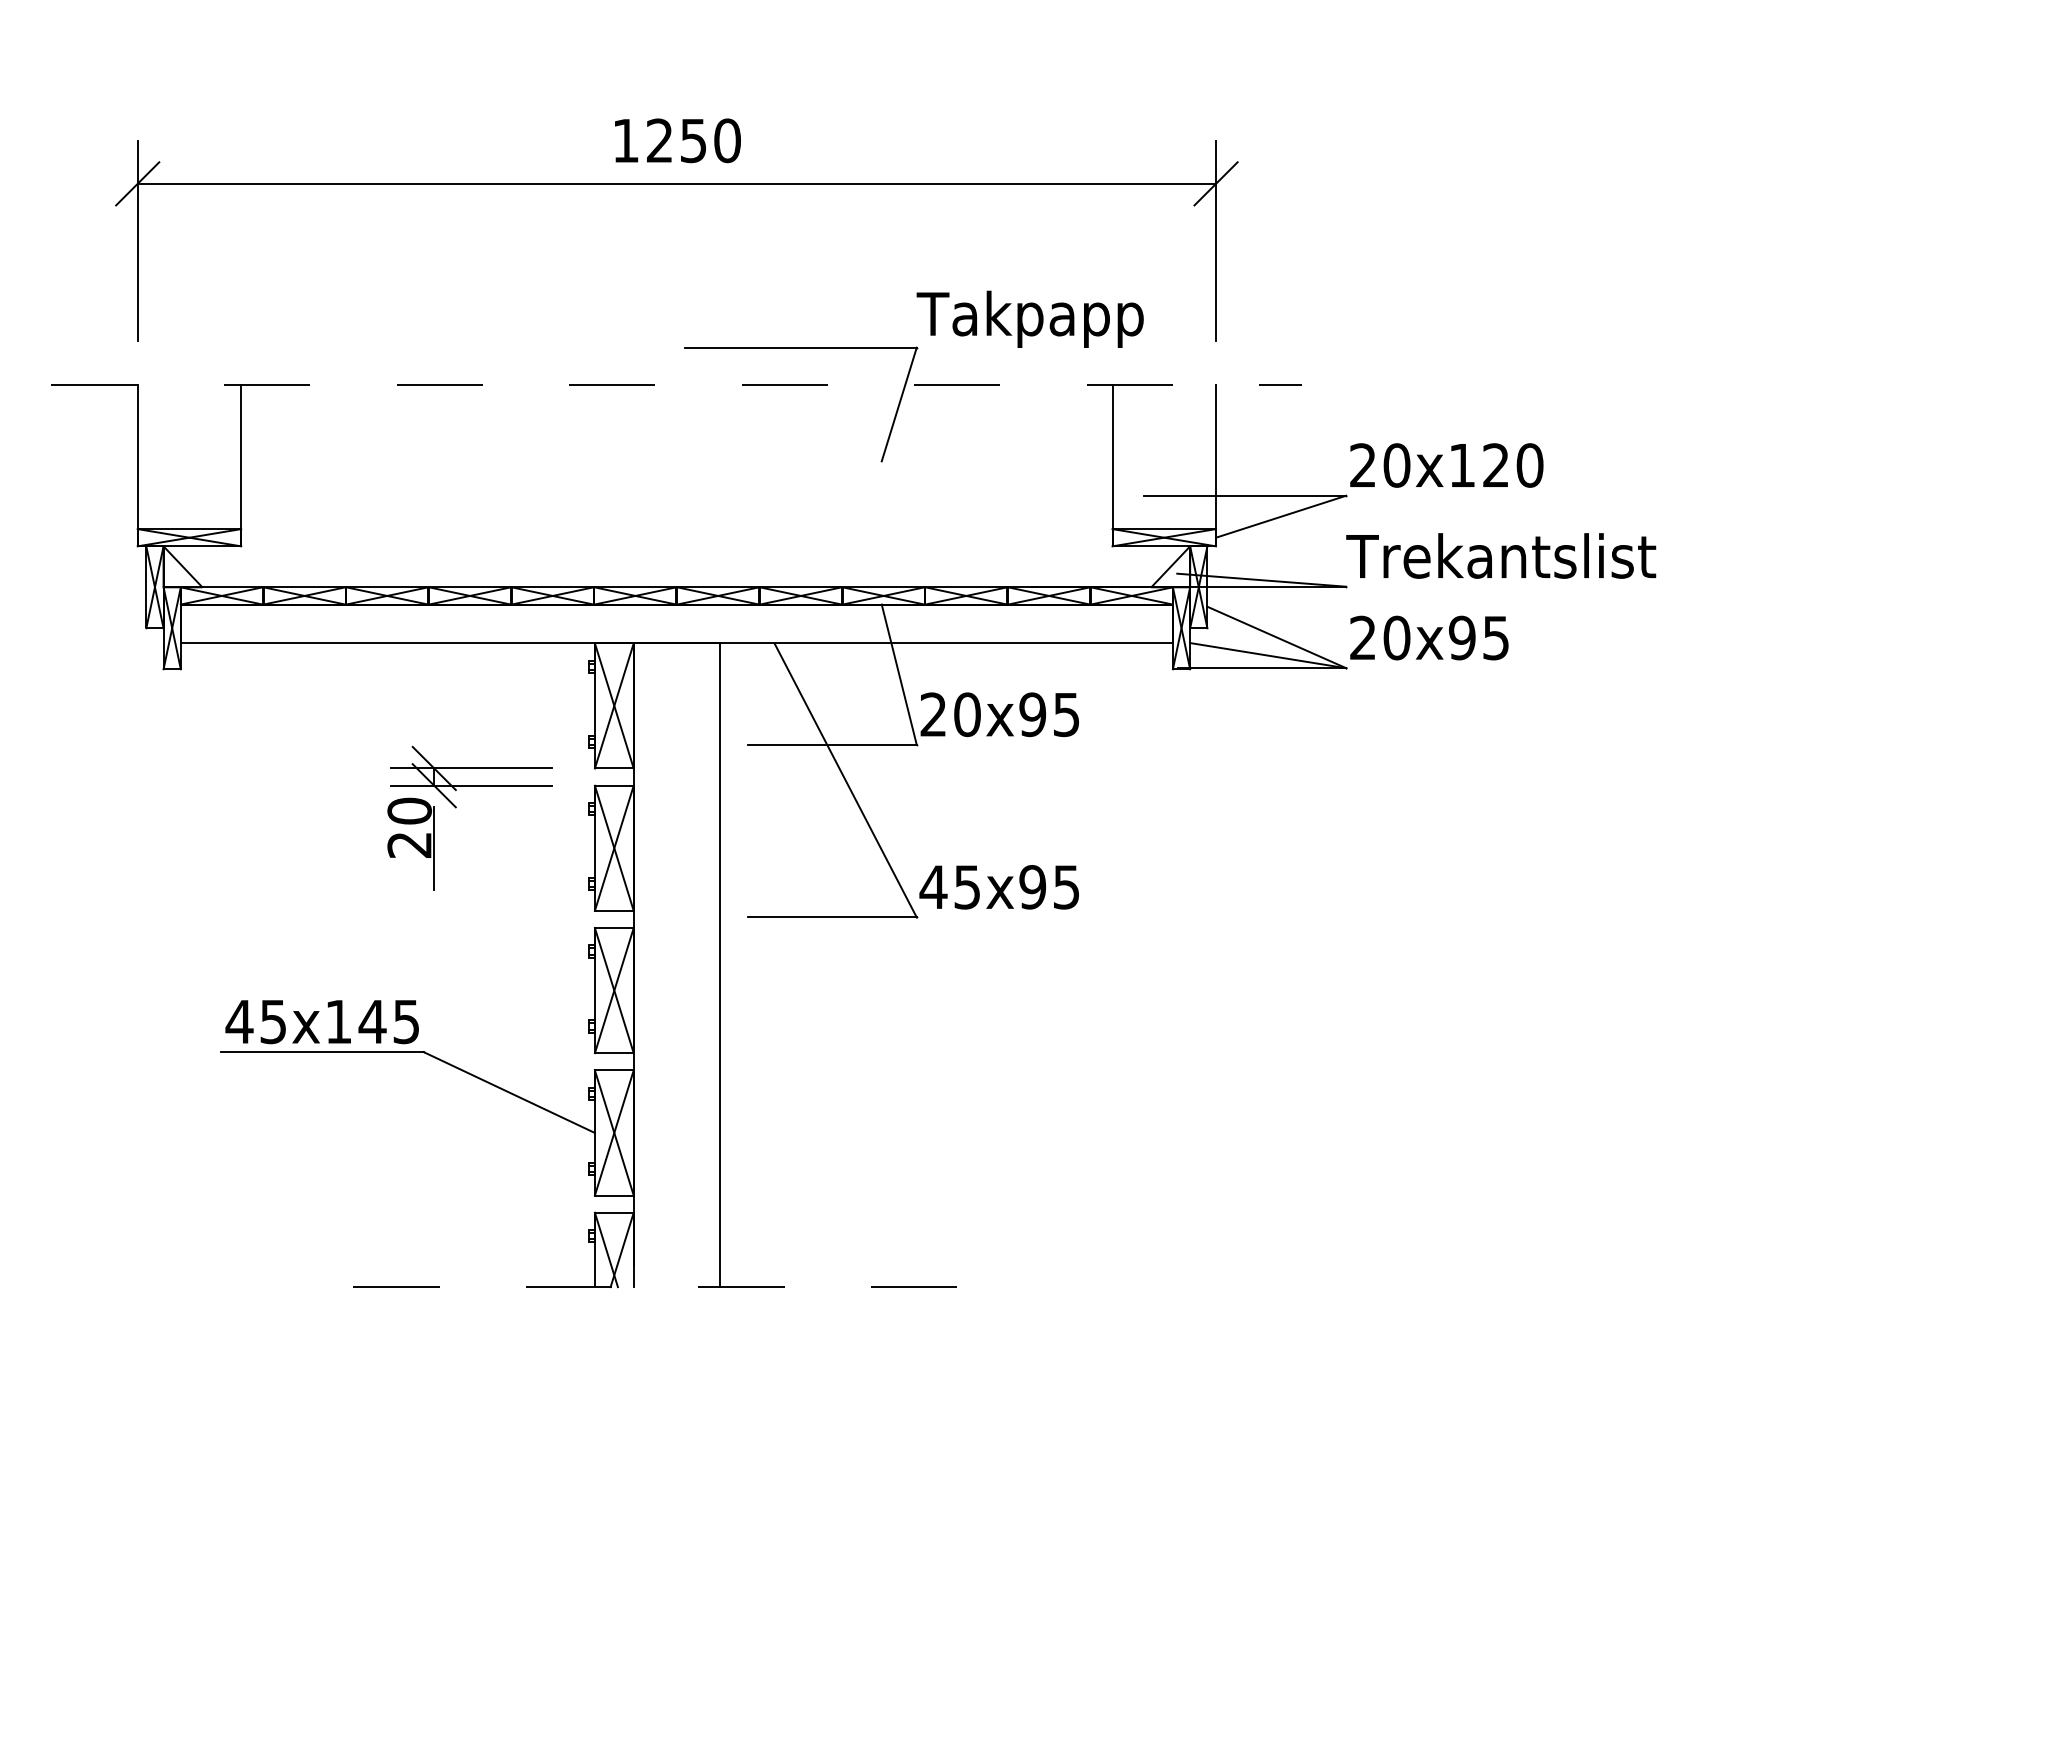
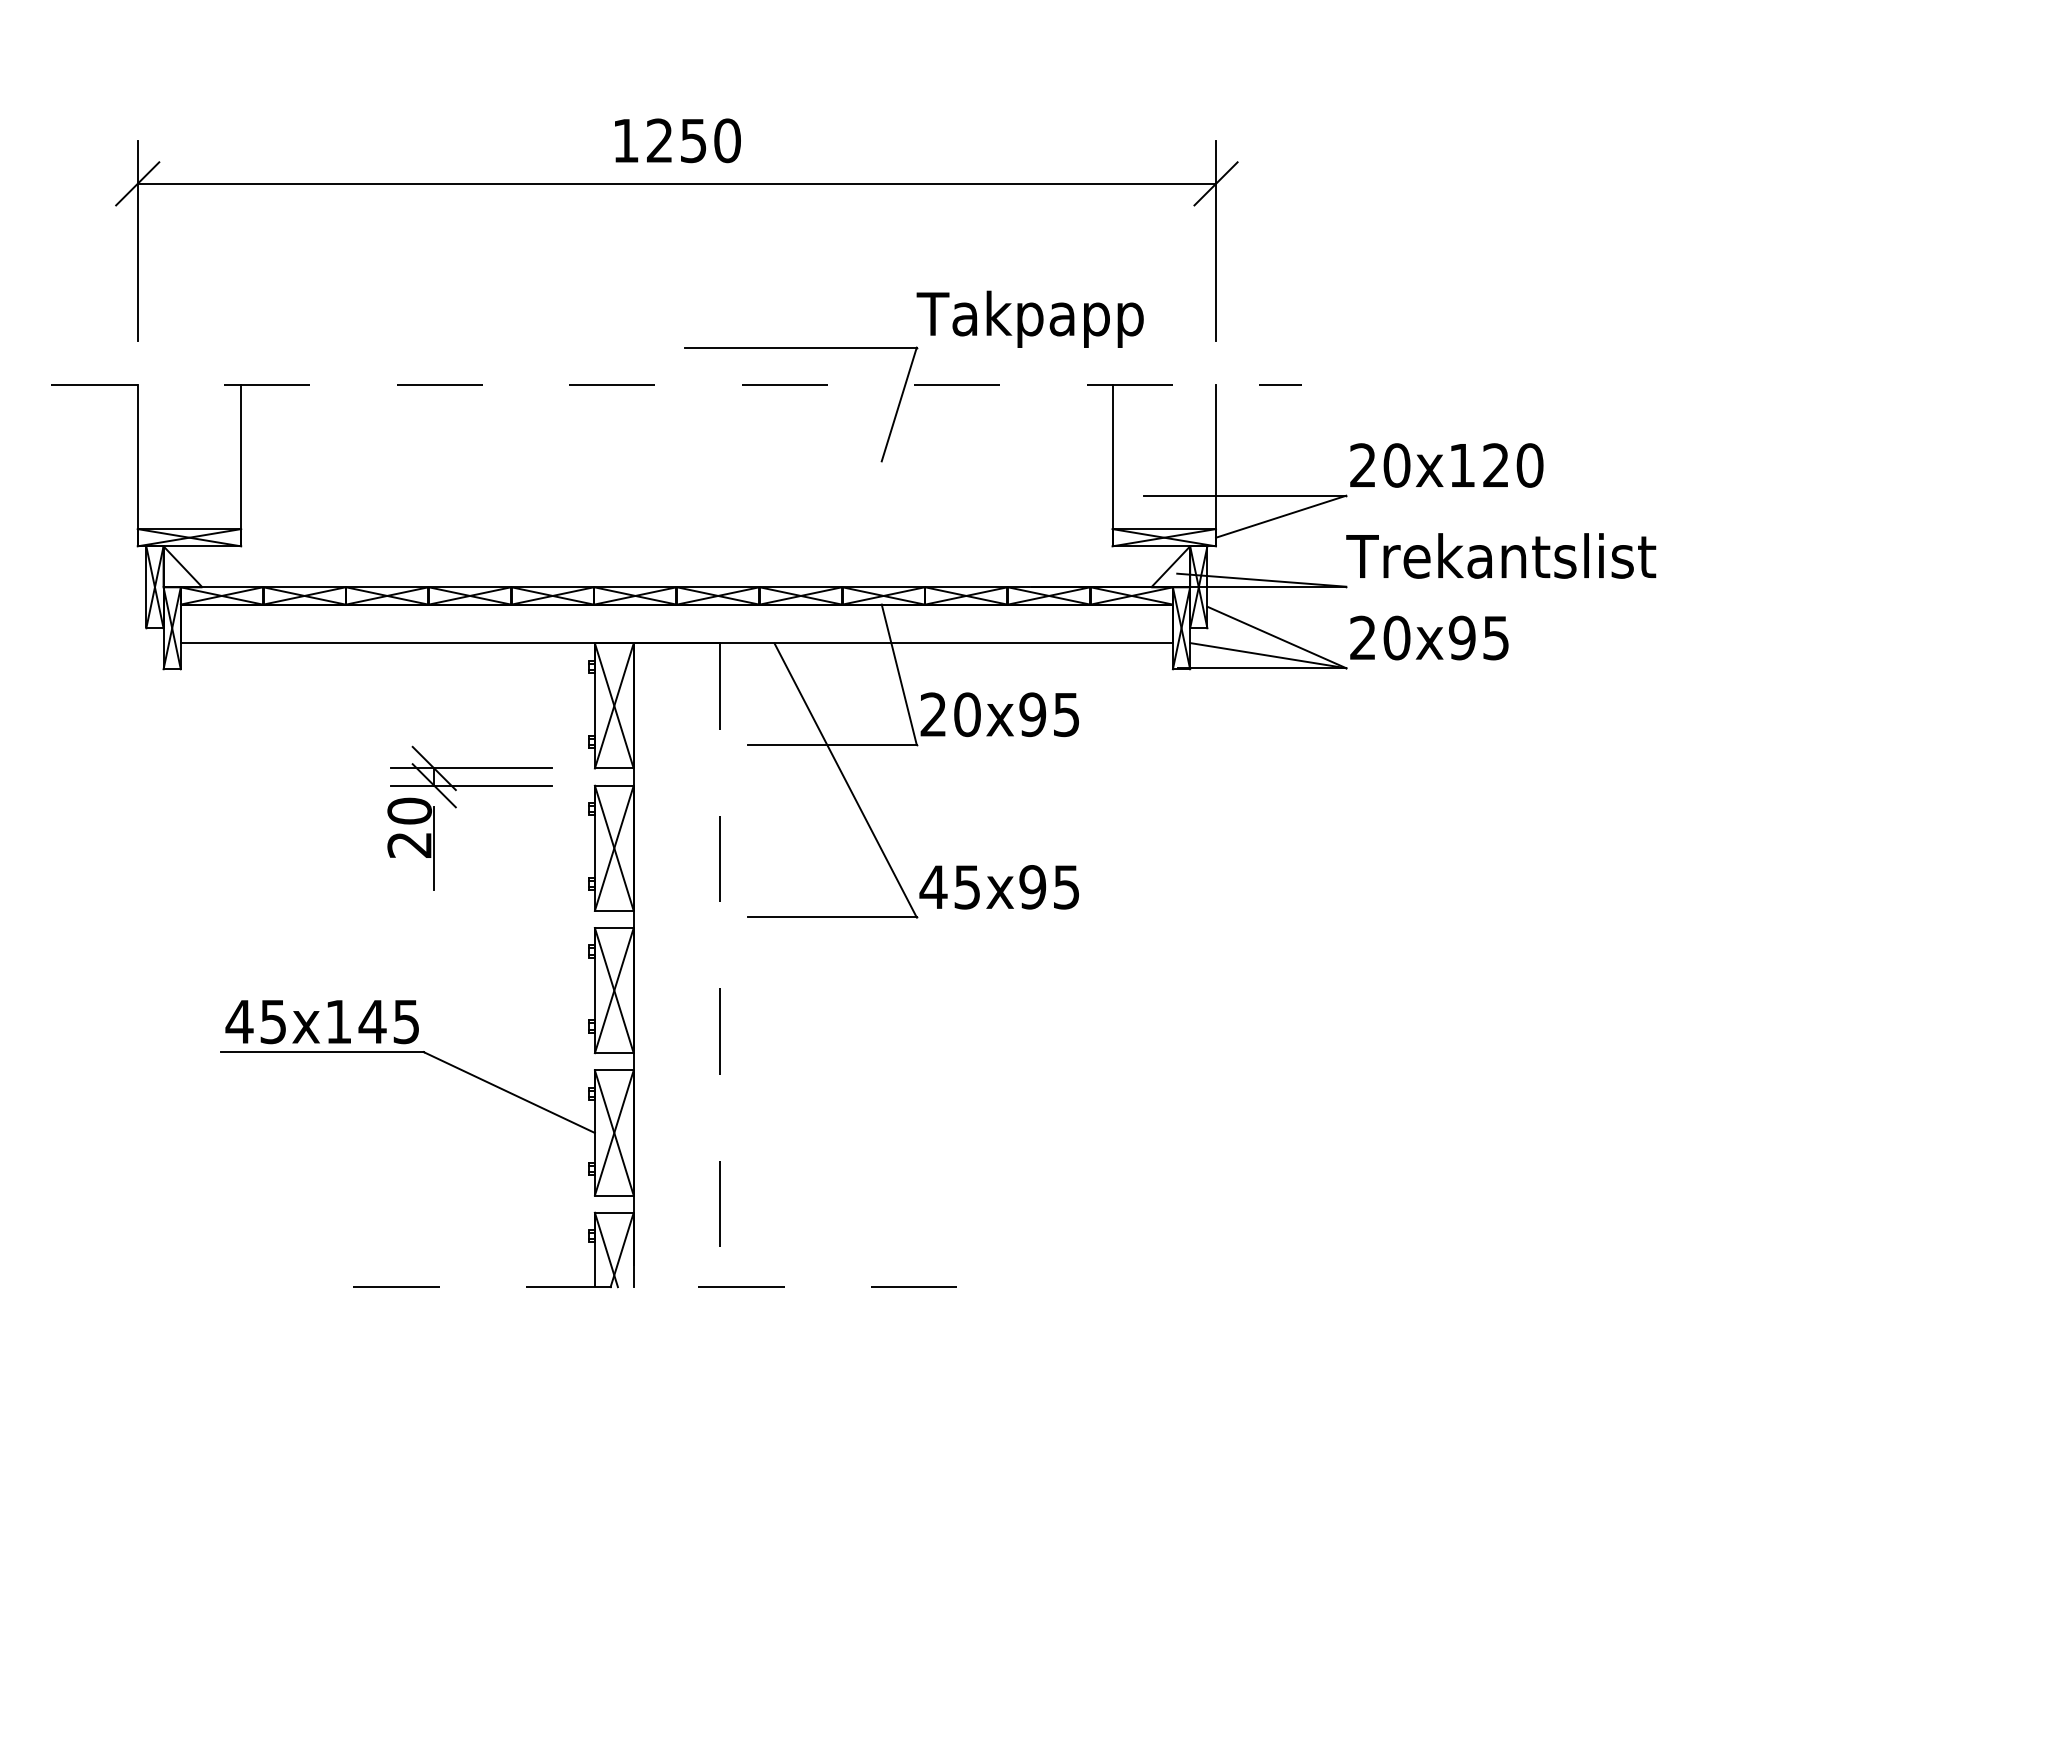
line at (720, 965): solid -> dashed
